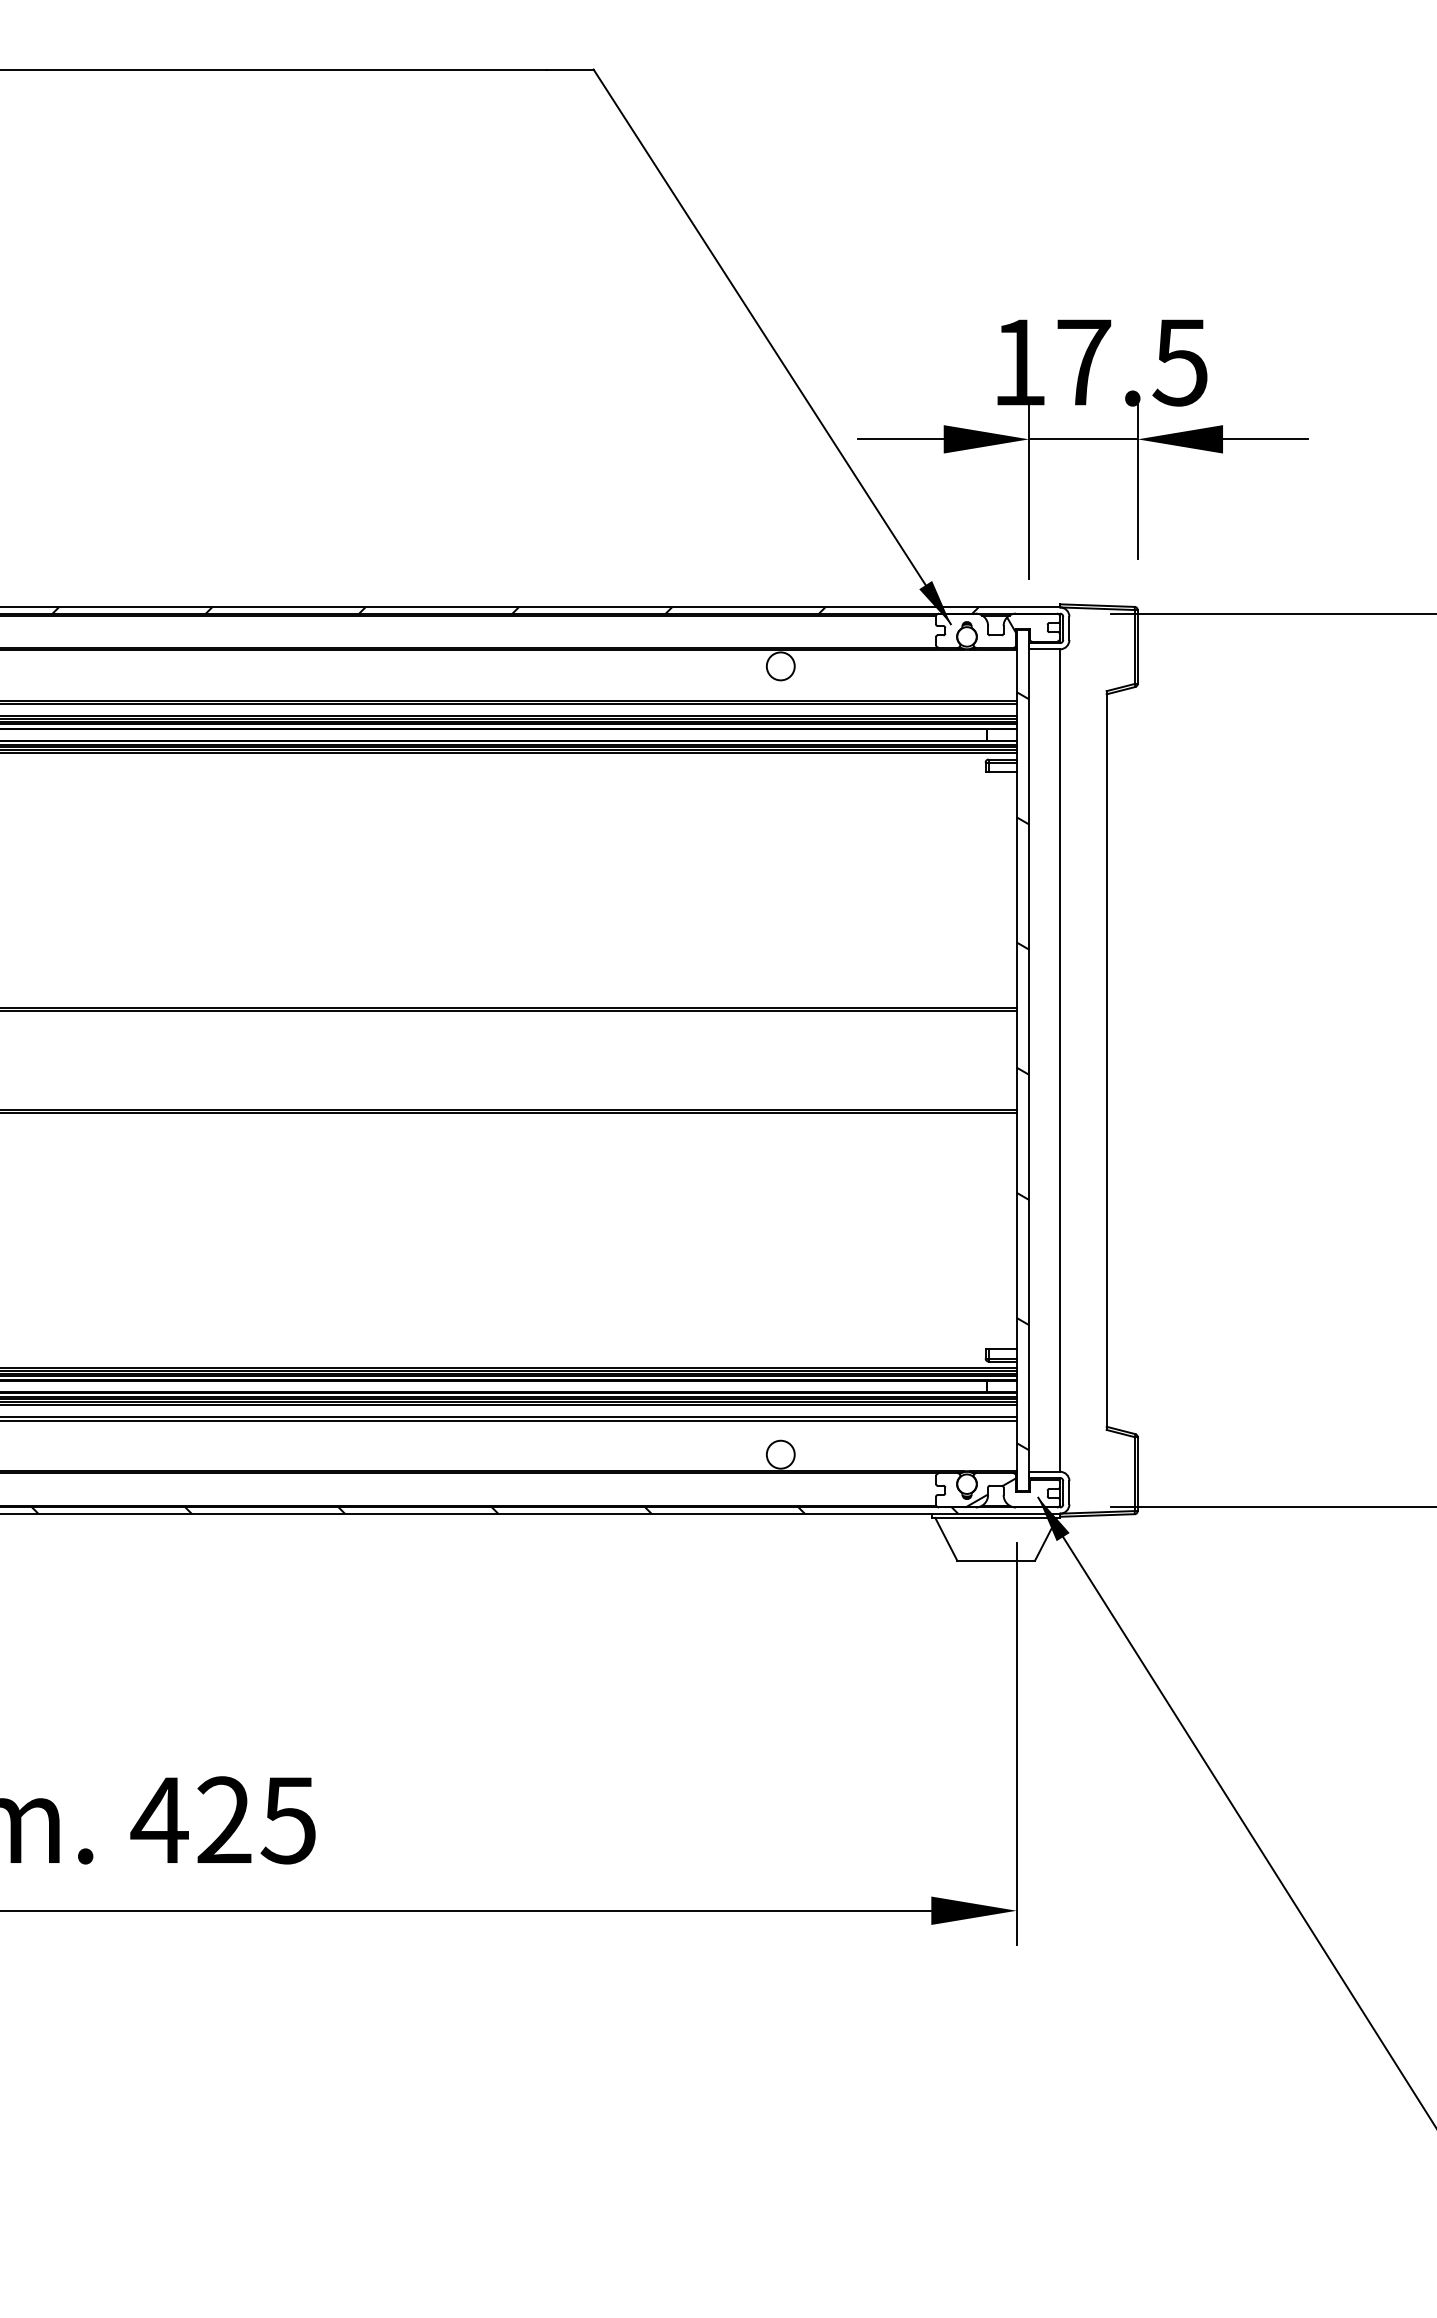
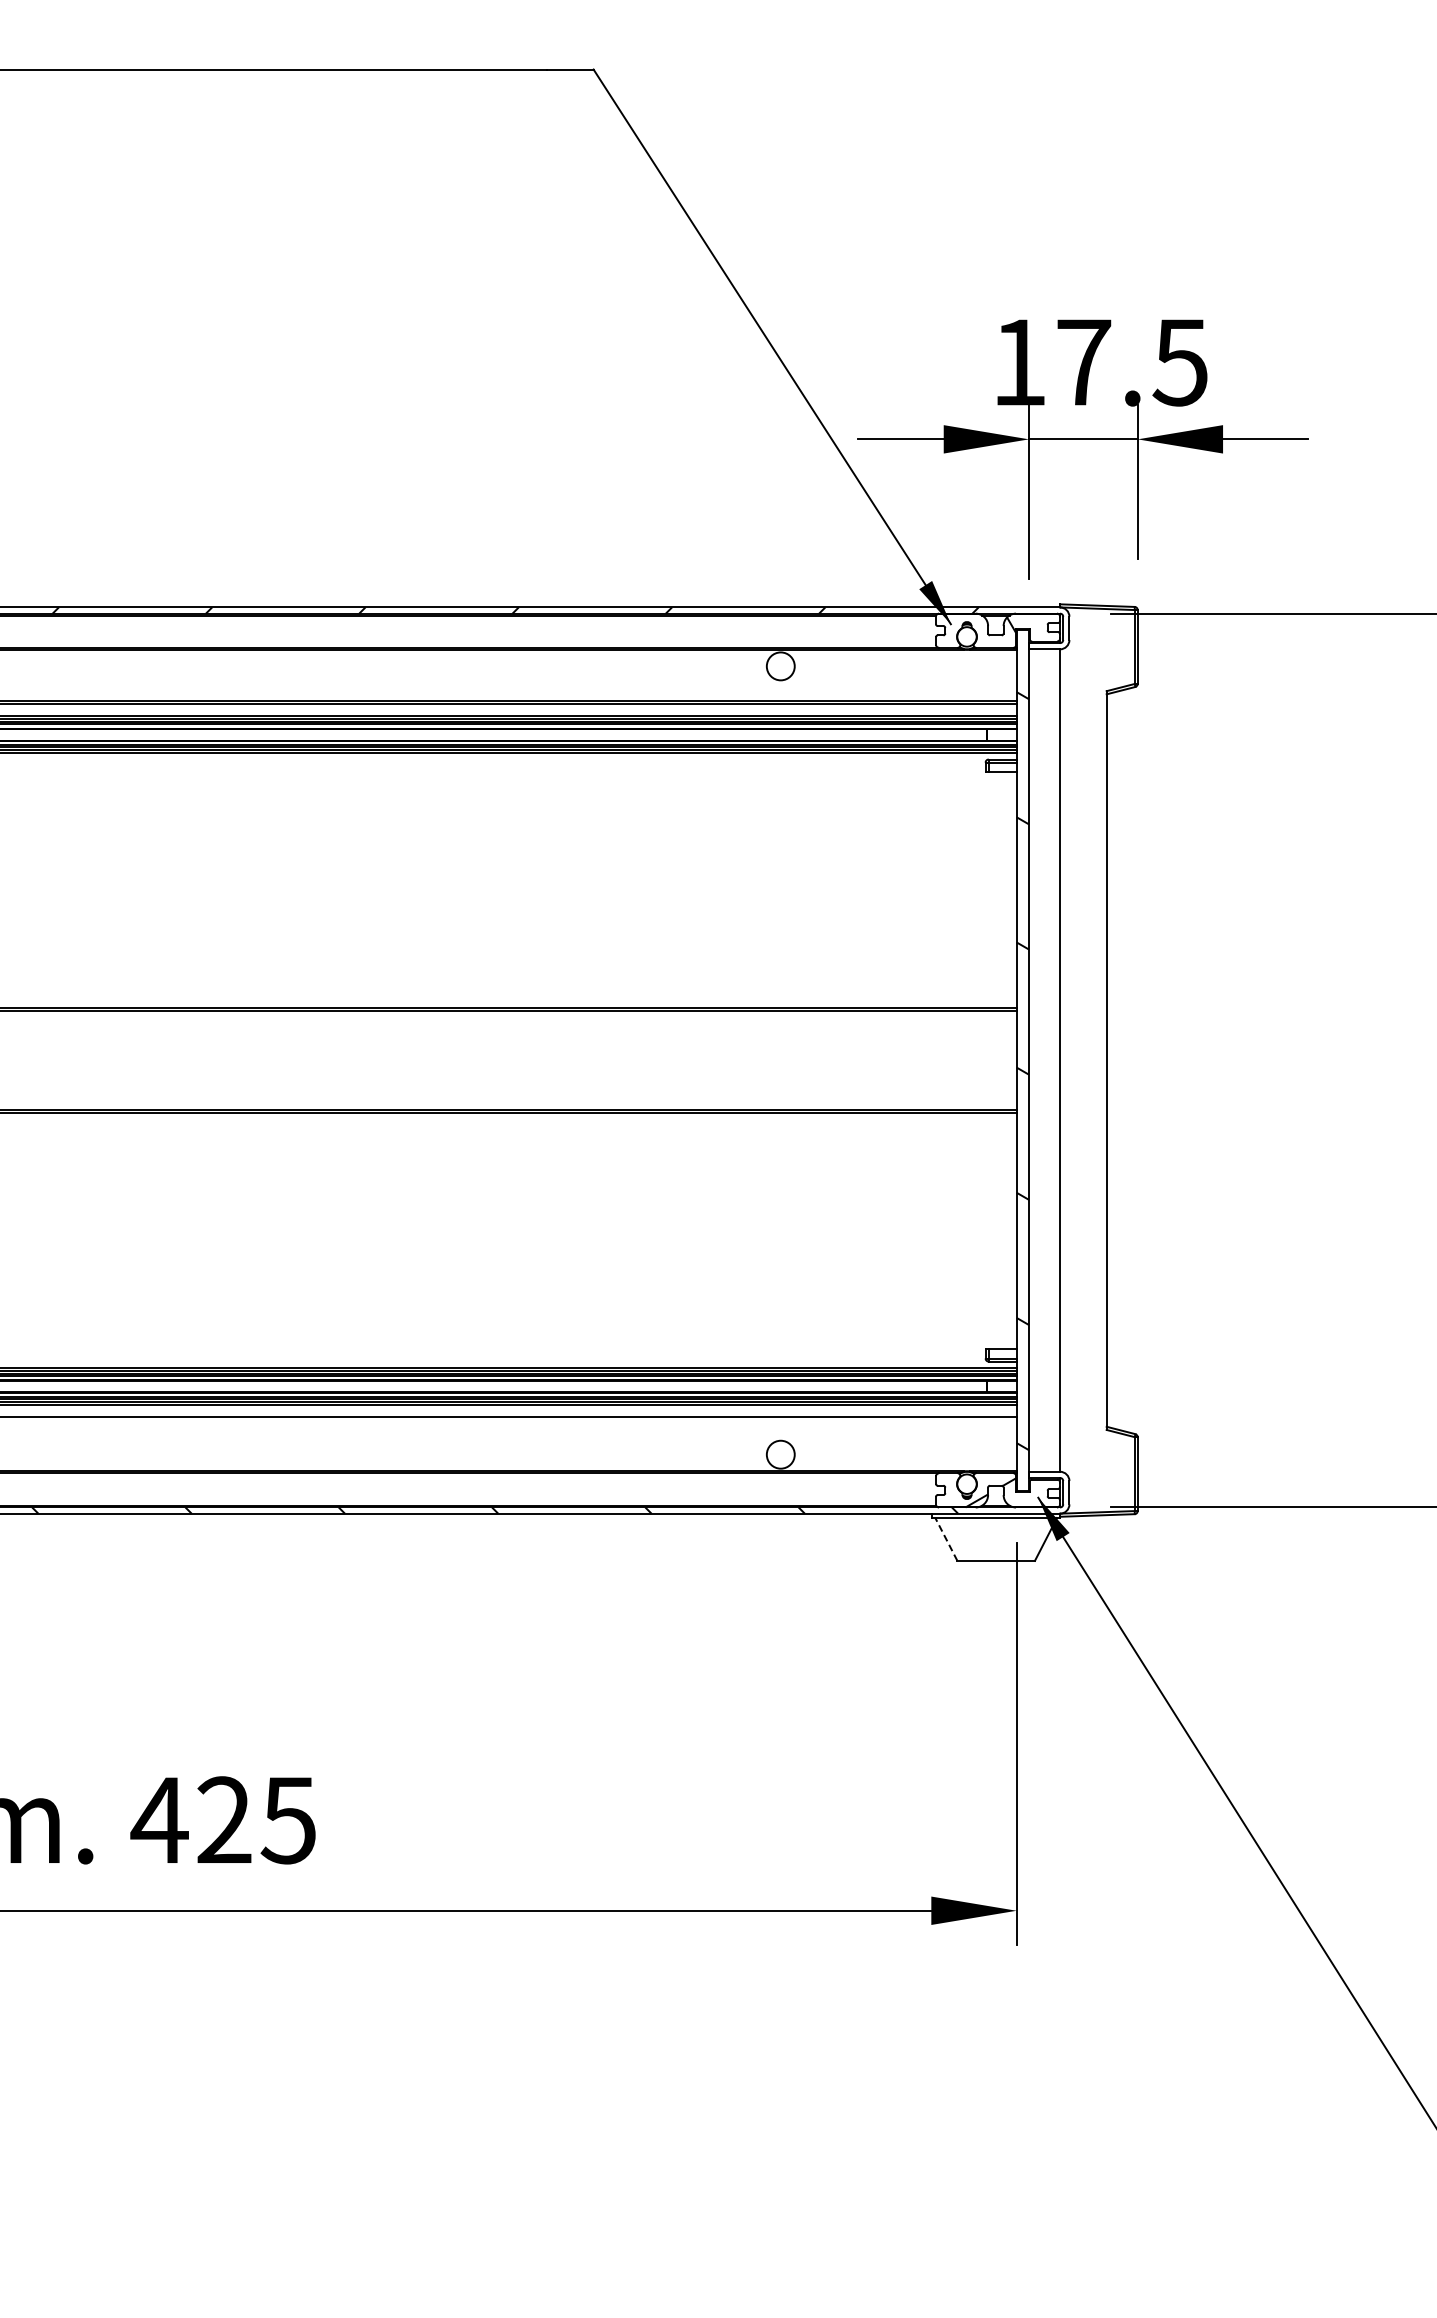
line at (509, 1420): present -> none
line at (946, 1539): solid -> dashed
